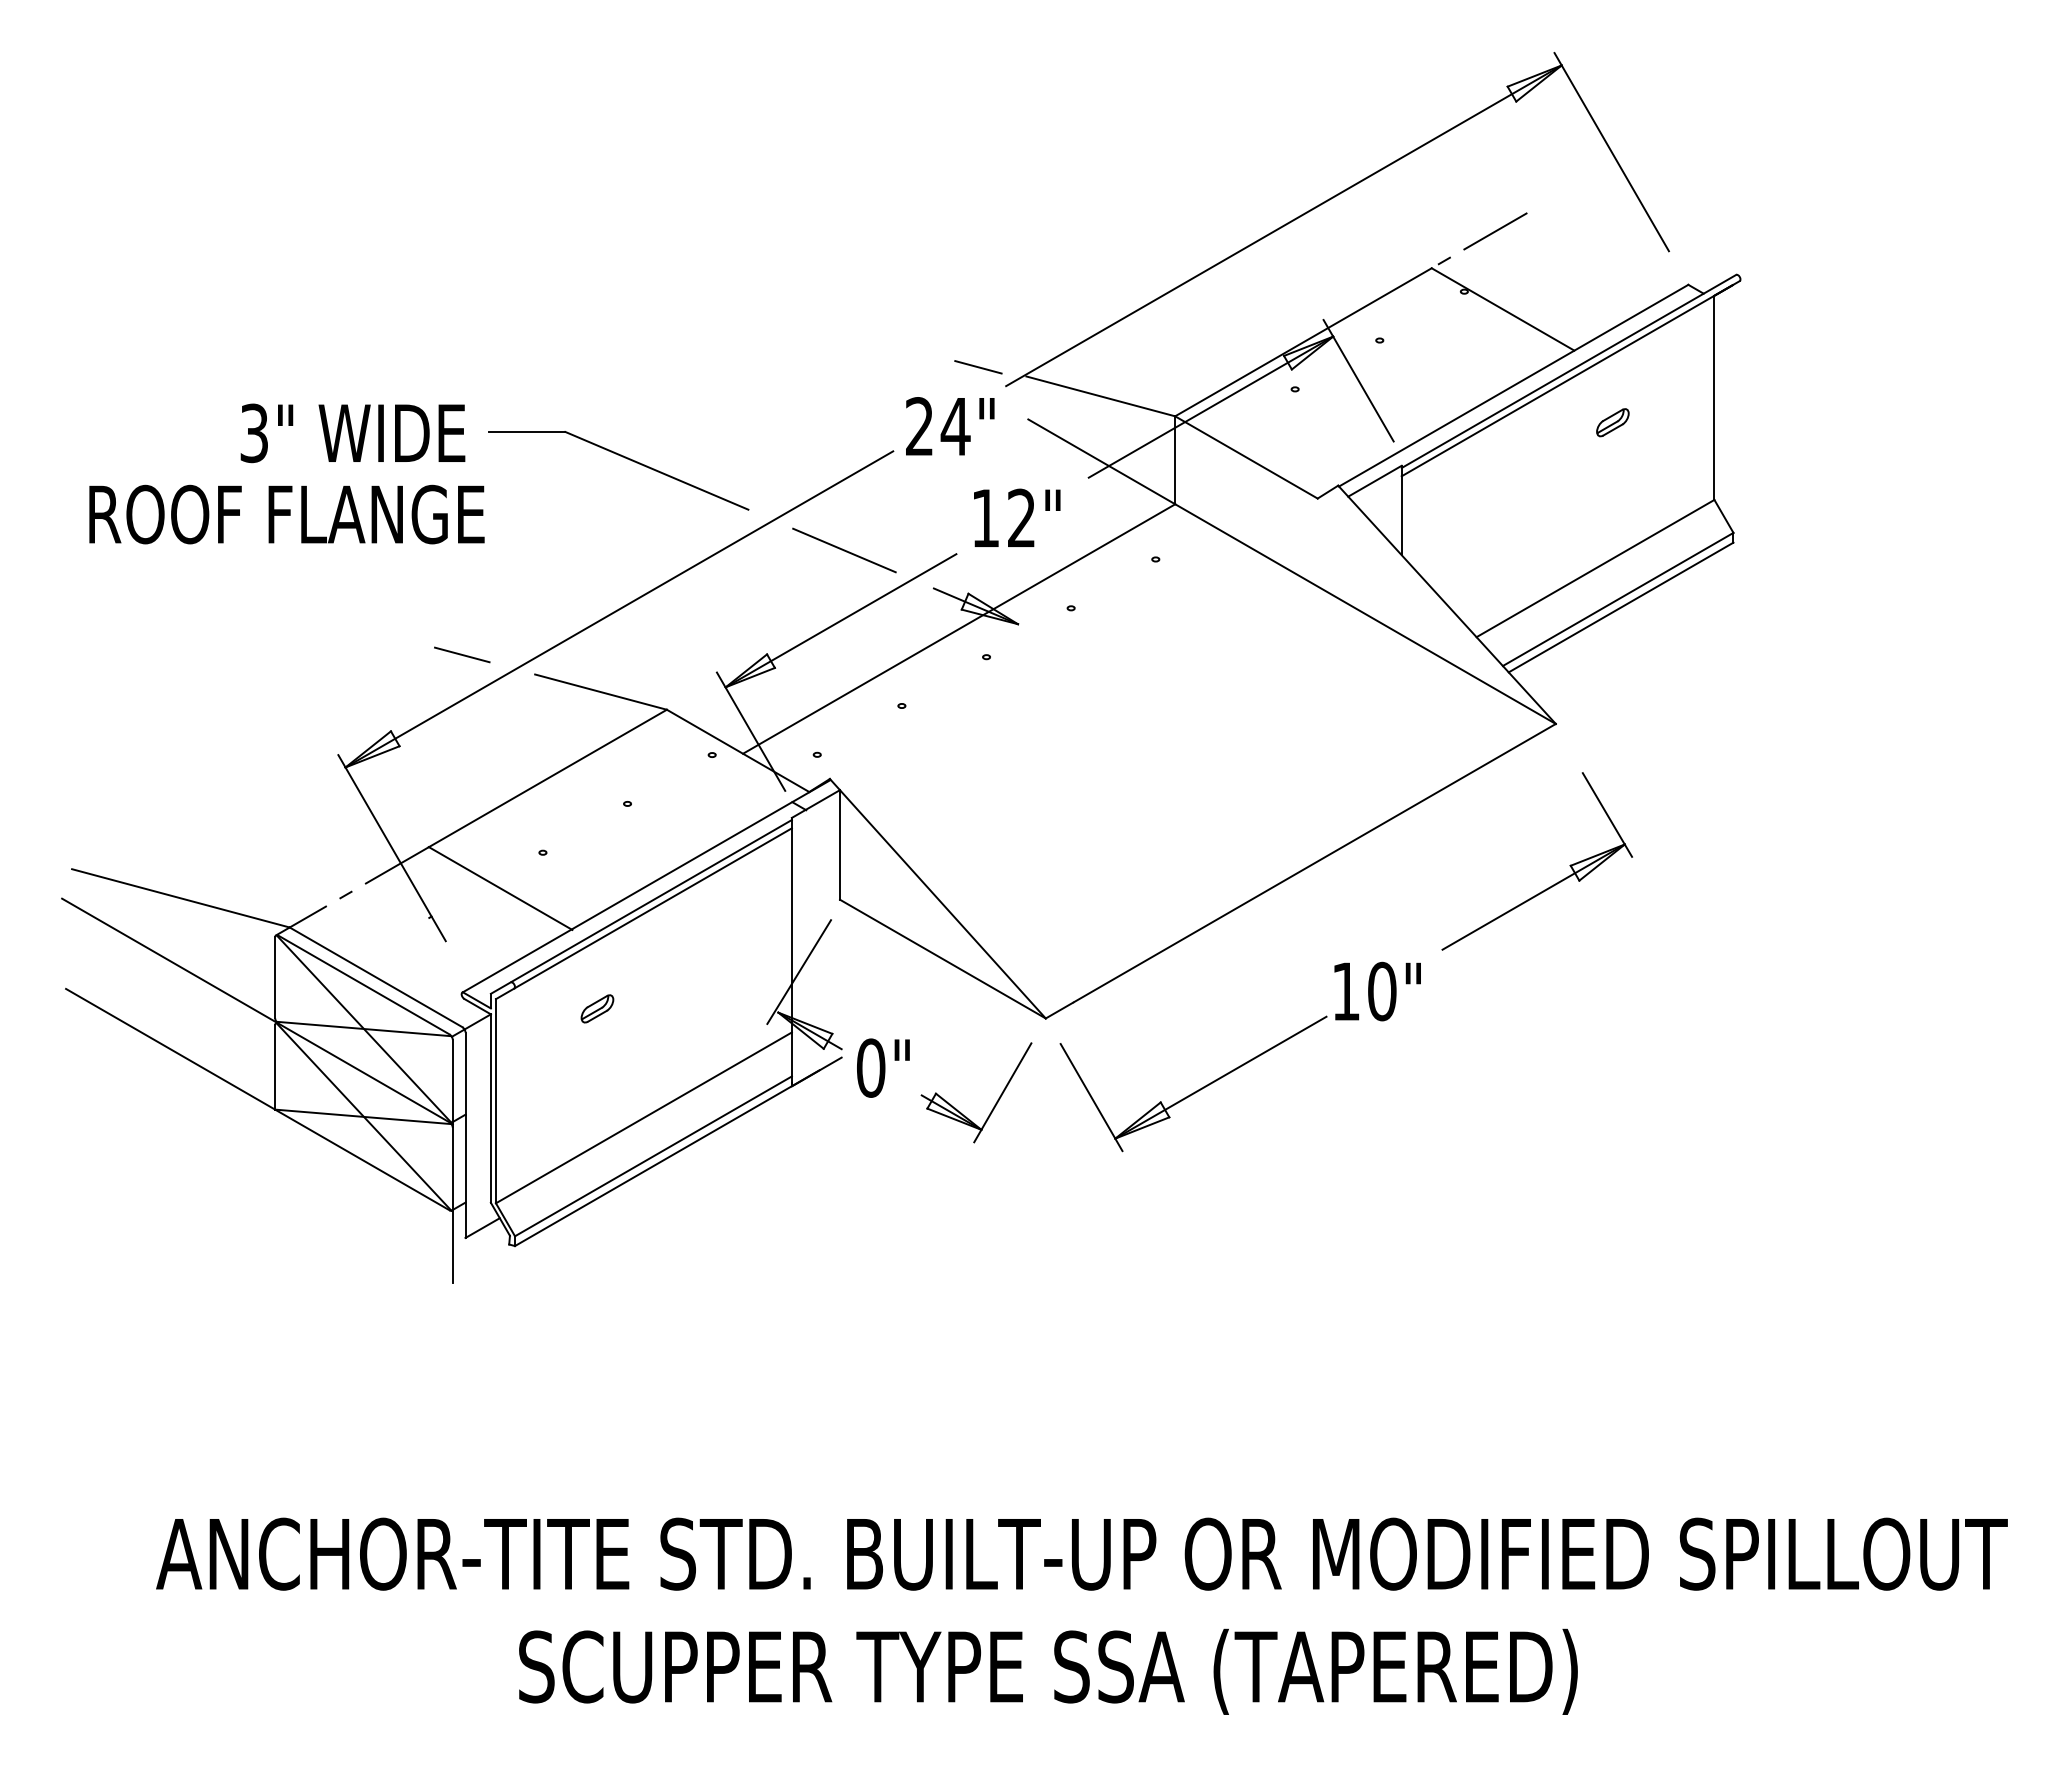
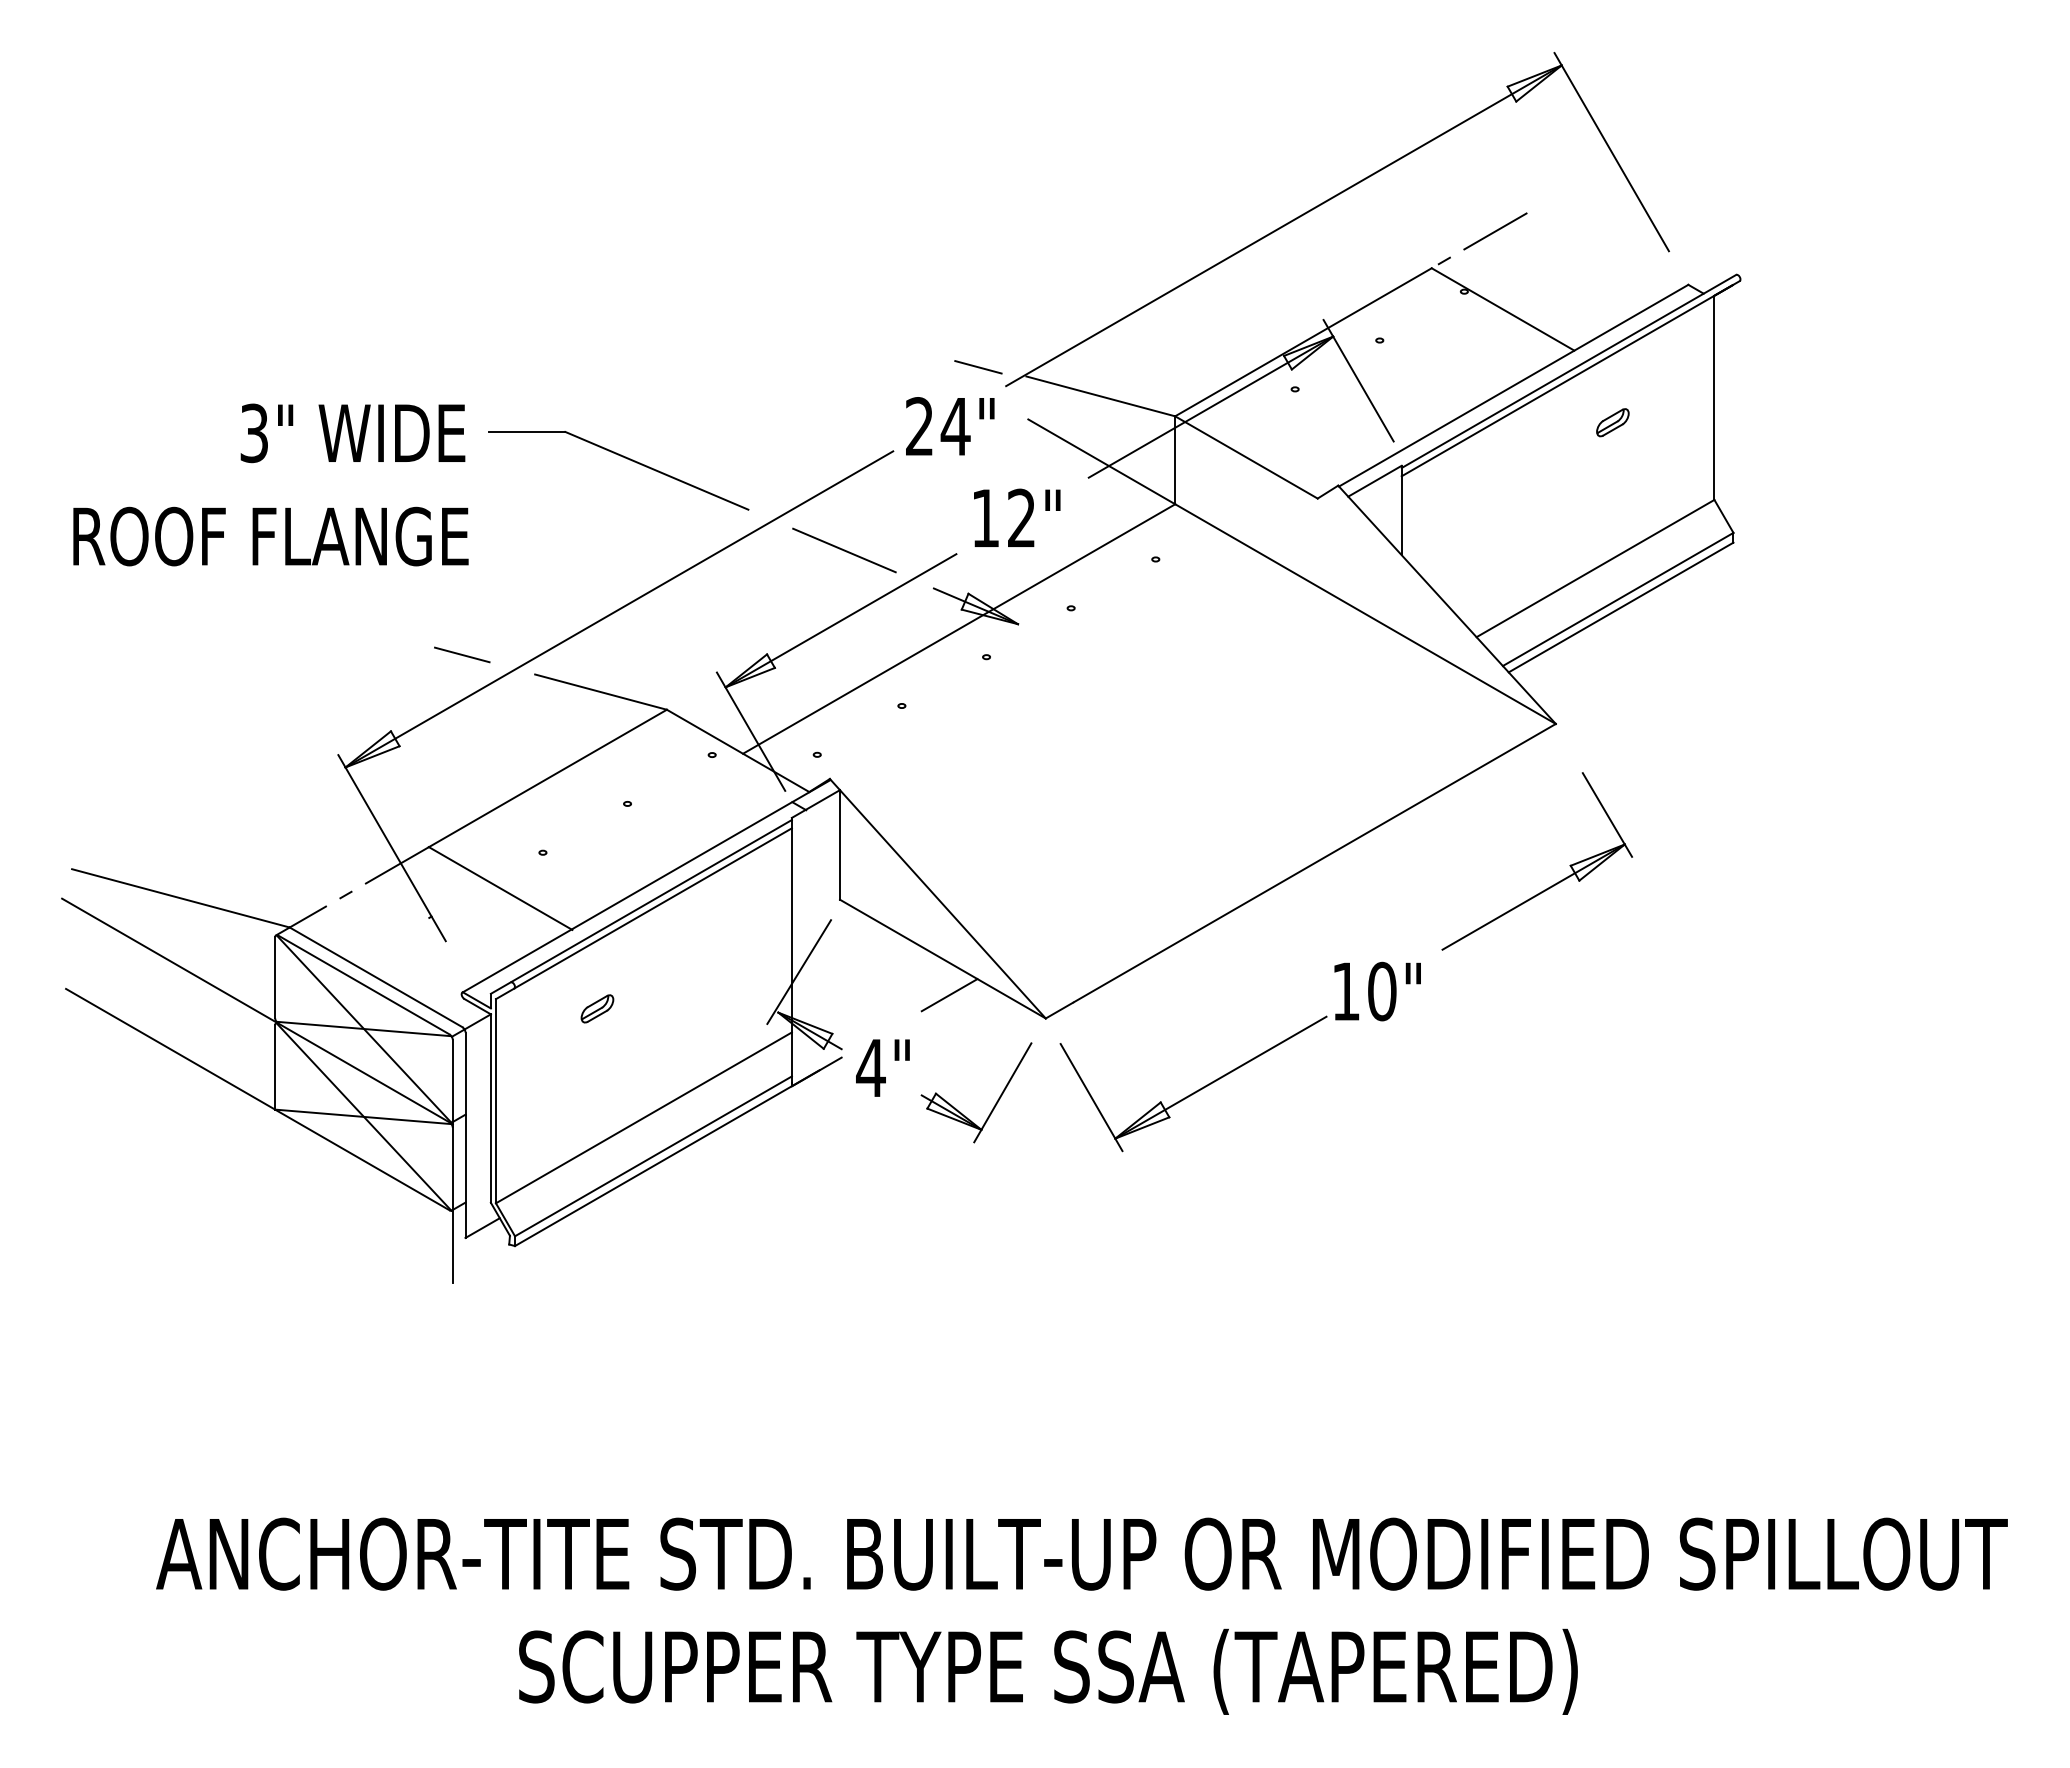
text at (286, 514) position: (286, 514) -> (270, 536)
line at (949, 995): none -> present
text at (870, 1067): 0" -> 4"
